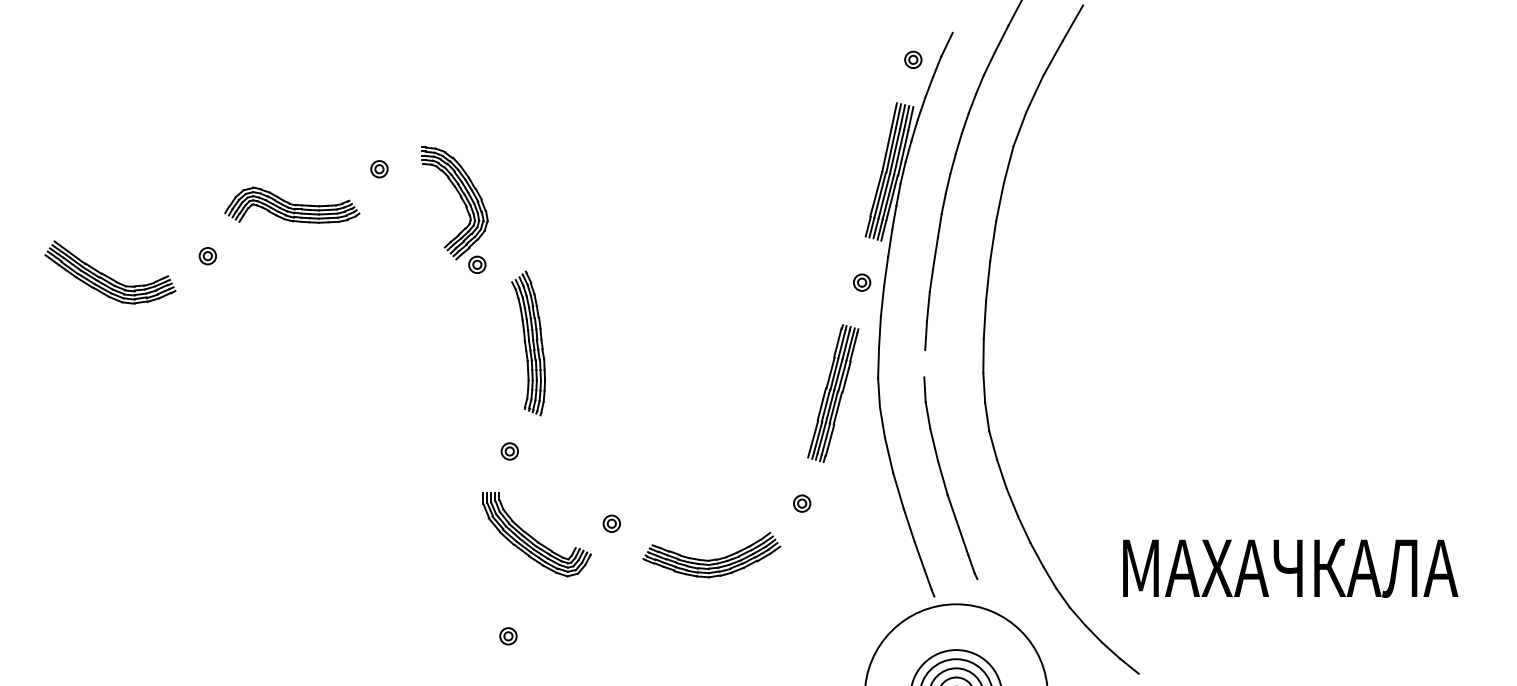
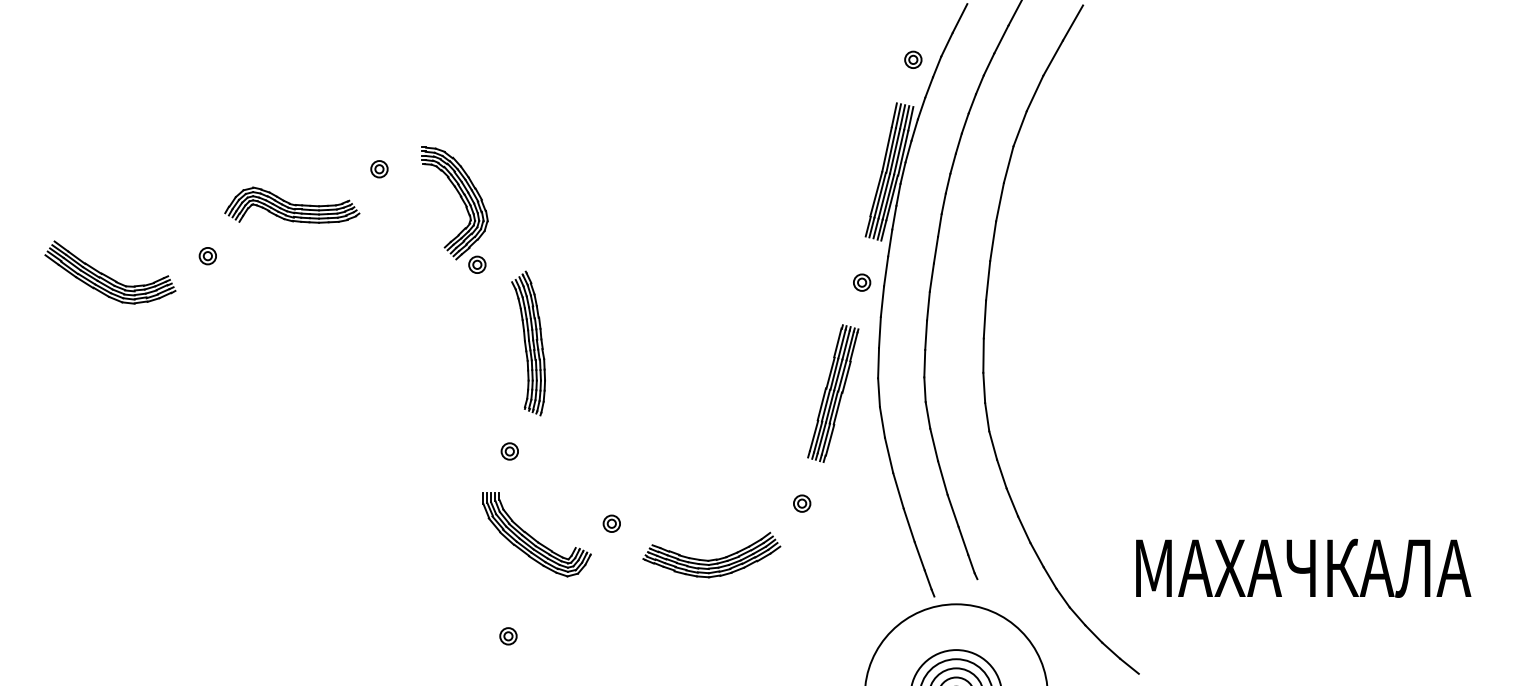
line at (959, 18): none -> present
line at (924, 363): none -> present
text at (1290, 567) position: (1290, 567) -> (1303, 567)
